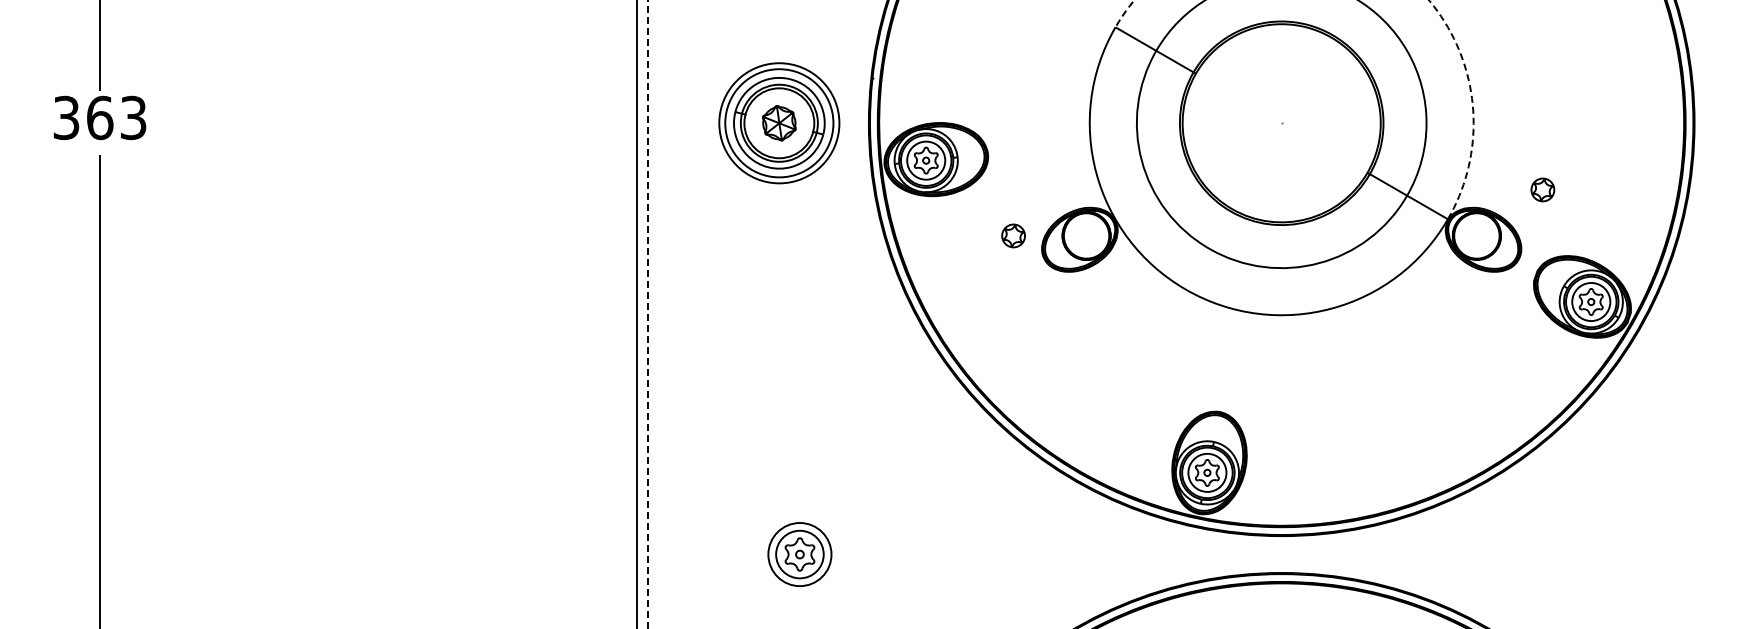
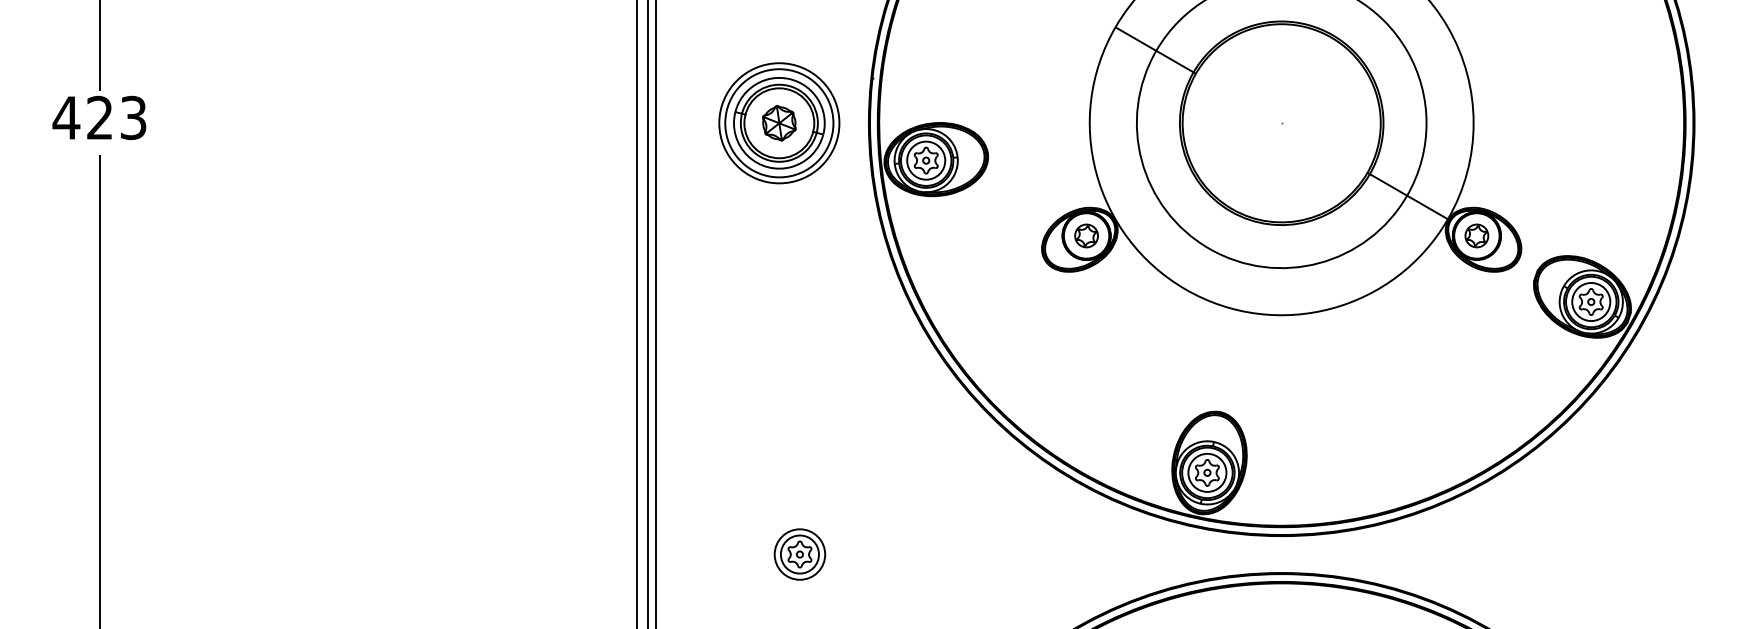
arc at (1470, 89): dashed -> solid
text at (82, 117): 363 -> 423
part at (1542, 189) position: (1542, 189) -> (1476, 235)
part at (1013, 235) position: (1013, 235) -> (1086, 235)
line at (656, 313): none -> present
line at (648, 314): dashed -> solid
part at (799, 554) size: 66x65 px -> 54x53 px
